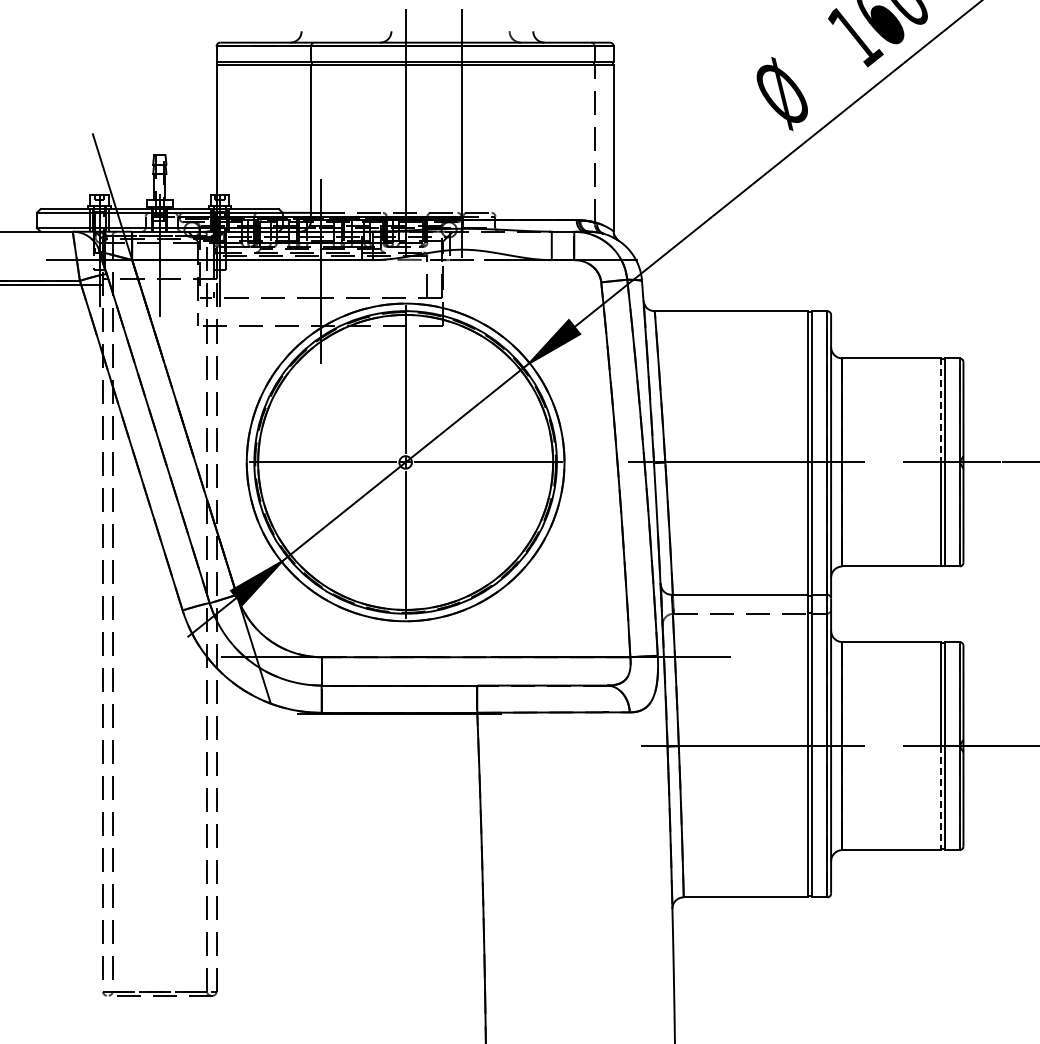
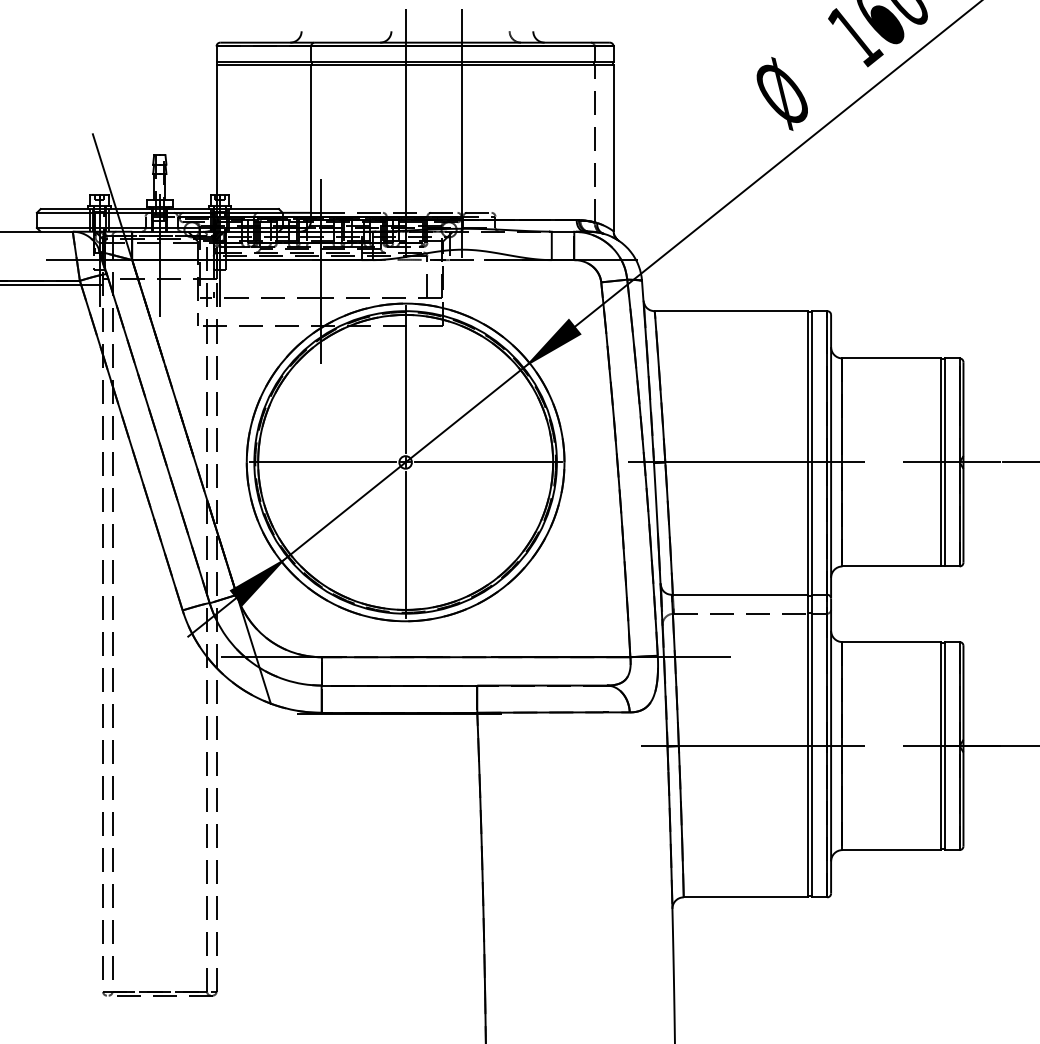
line at (940, 410): dashed -> solid
line at (940, 798): dashed -> solid
